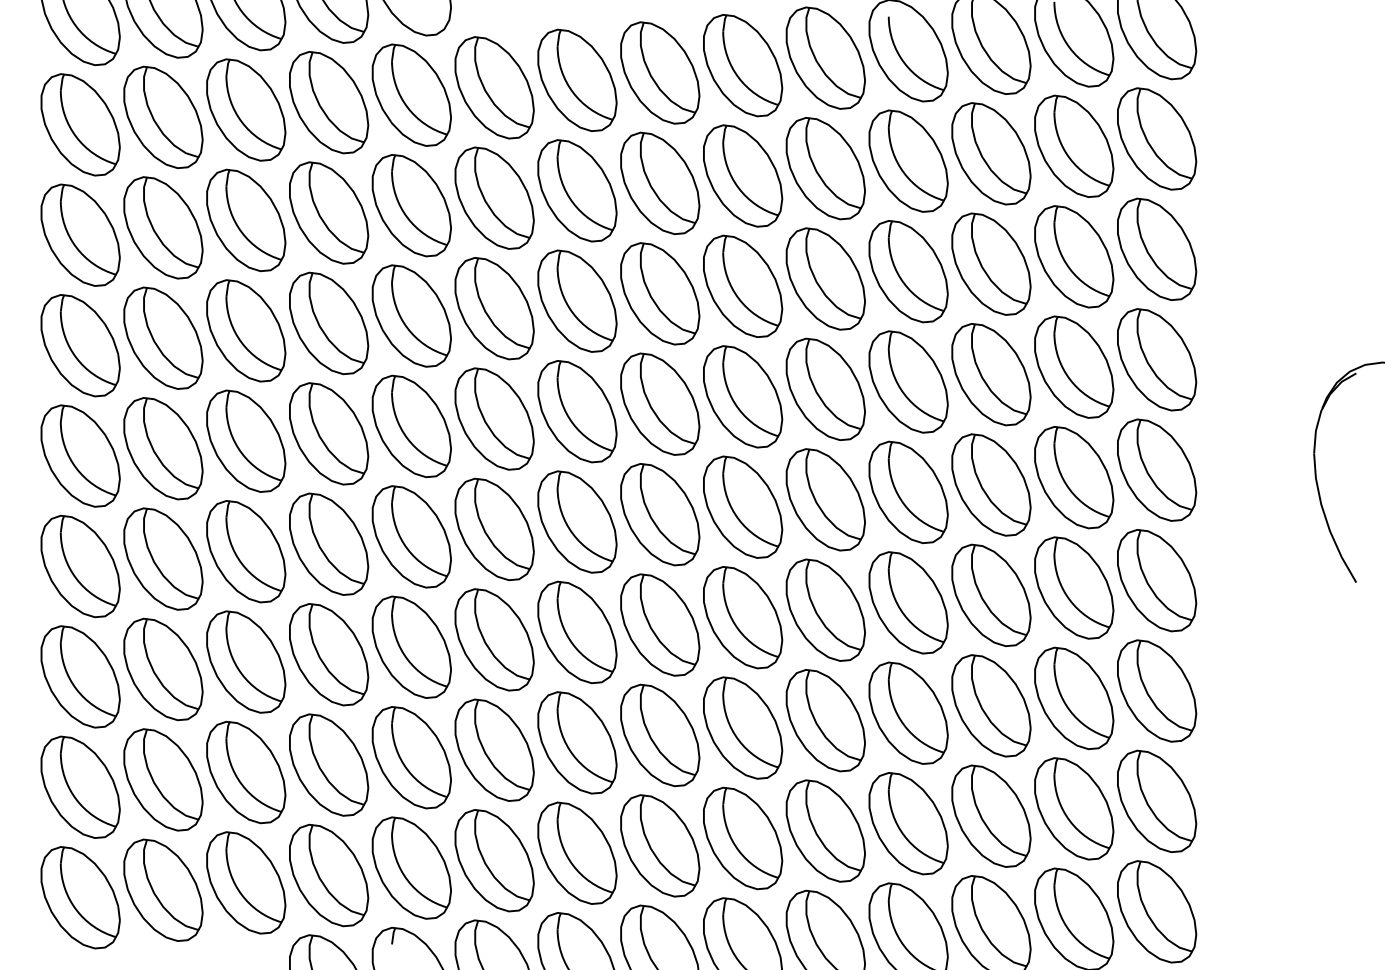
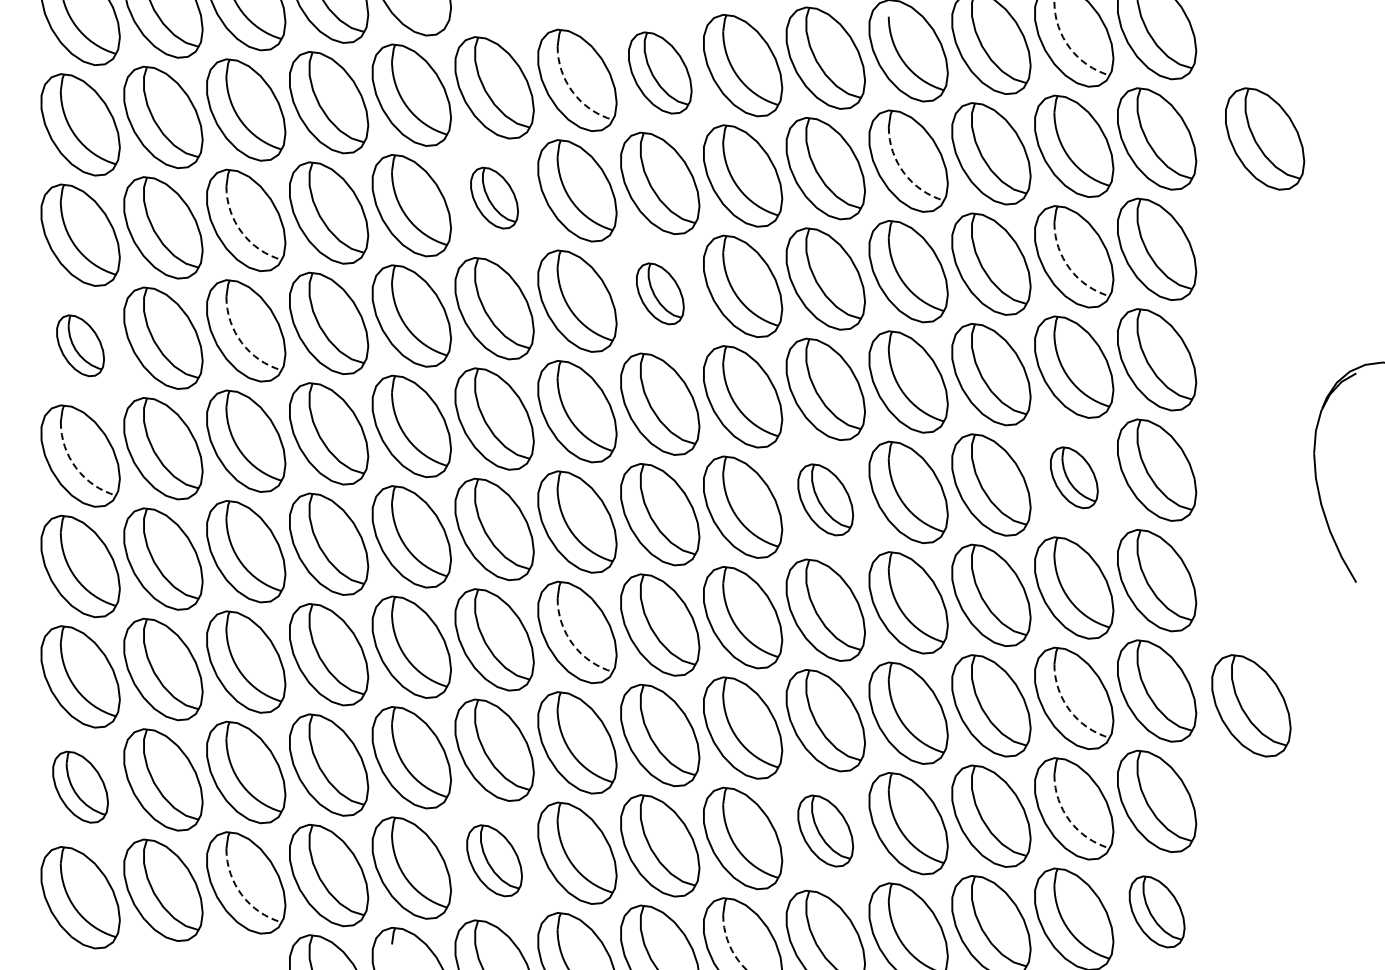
arc at (1069, 48): solid -> dashed
part at (660, 72) size: 81x104 px -> 65x84 px
arc at (573, 92): solid -> dashed
part at (1265, 138): none -> present
arc at (904, 173): solid -> dashed
part at (494, 197) size: 81x104 px -> 49x64 px
arc at (241, 232): solid -> dashed
arc at (1069, 268): solid -> dashed
part at (660, 293) size: 81x104 px -> 49x64 px
arc at (241, 342): solid -> dashed
part at (80, 345) size: 81x104 px -> 49x64 px
arc at (76, 468): solid -> dashed
part at (1074, 477) size: 81x104 px -> 49x64 px
part at (825, 499) size: 81x104 px -> 58x74 px
arc at (573, 644): solid -> dashed
part at (1251, 705): none -> present
arc at (1069, 710): solid -> dashed
part at (80, 786) size: 81x104 px -> 57x74 px
arc at (1069, 820): solid -> dashed
part at (825, 830) size: 81x104 px -> 58x74 px
part at (494, 860) size: 81x104 px -> 57x74 px
arc at (241, 894): solid -> dashed
part at (1157, 911) size: 81x104 px -> 58x74 px
arc at (729, 945): solid -> dashed
